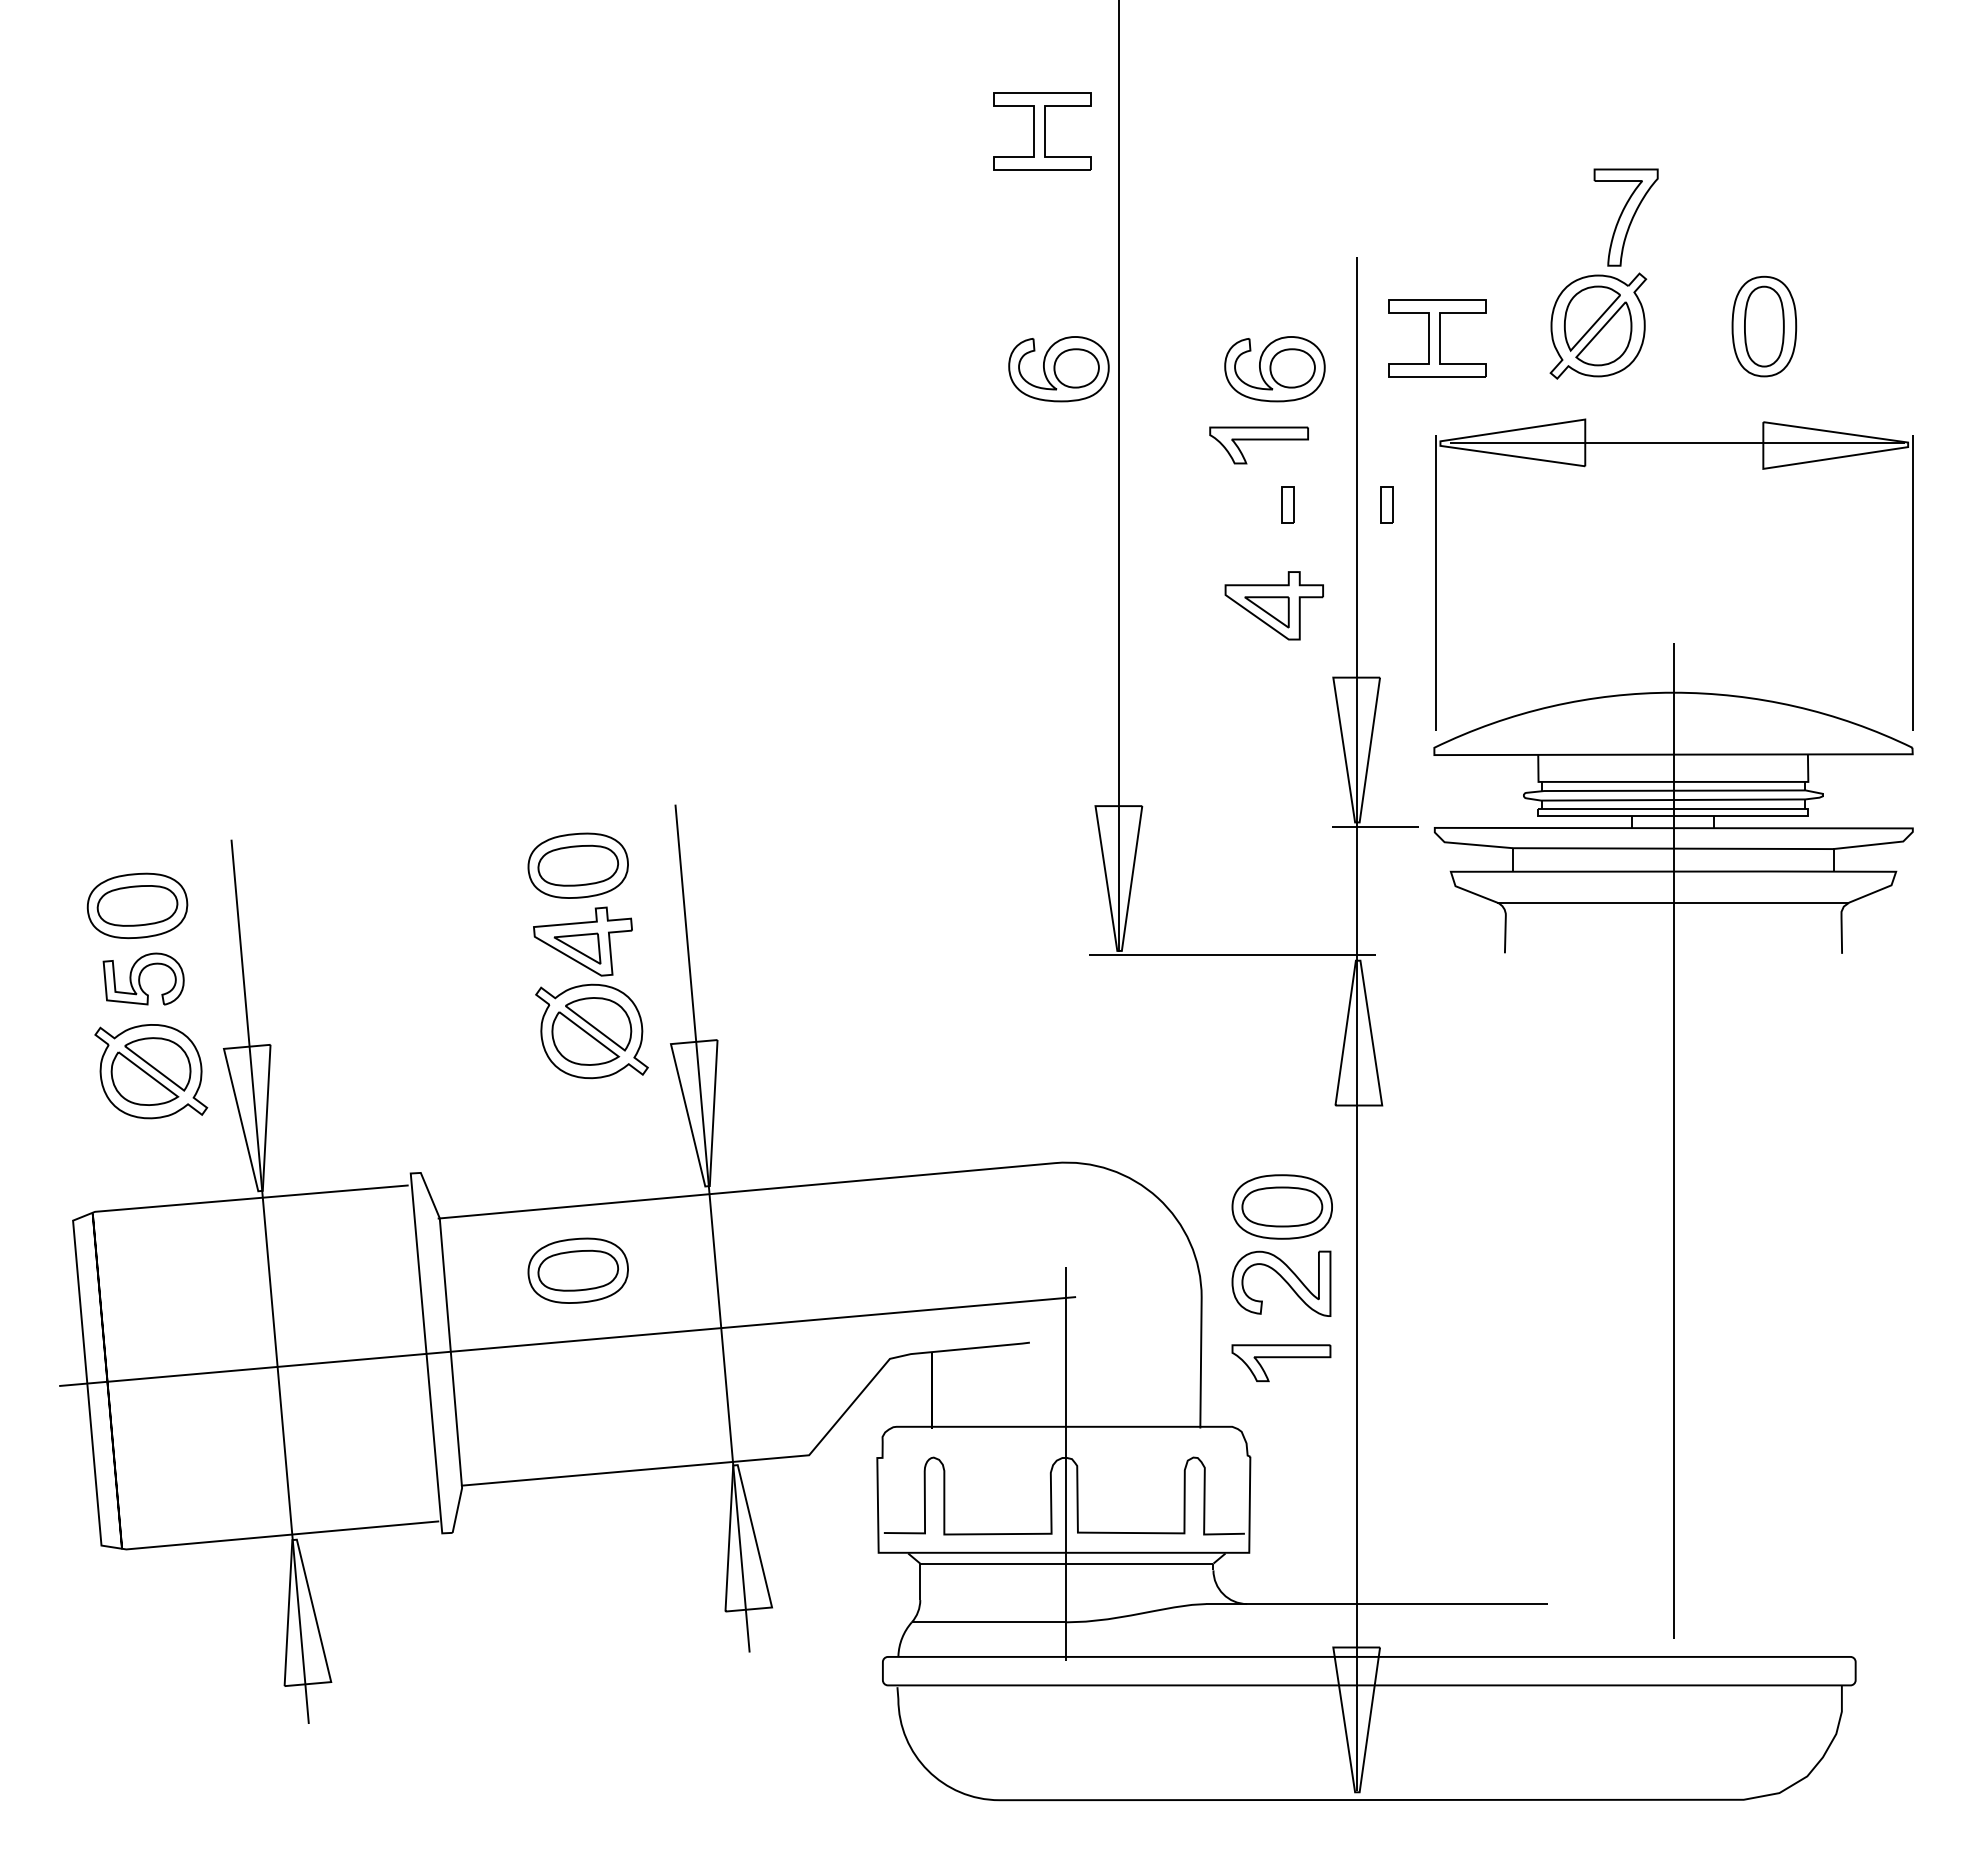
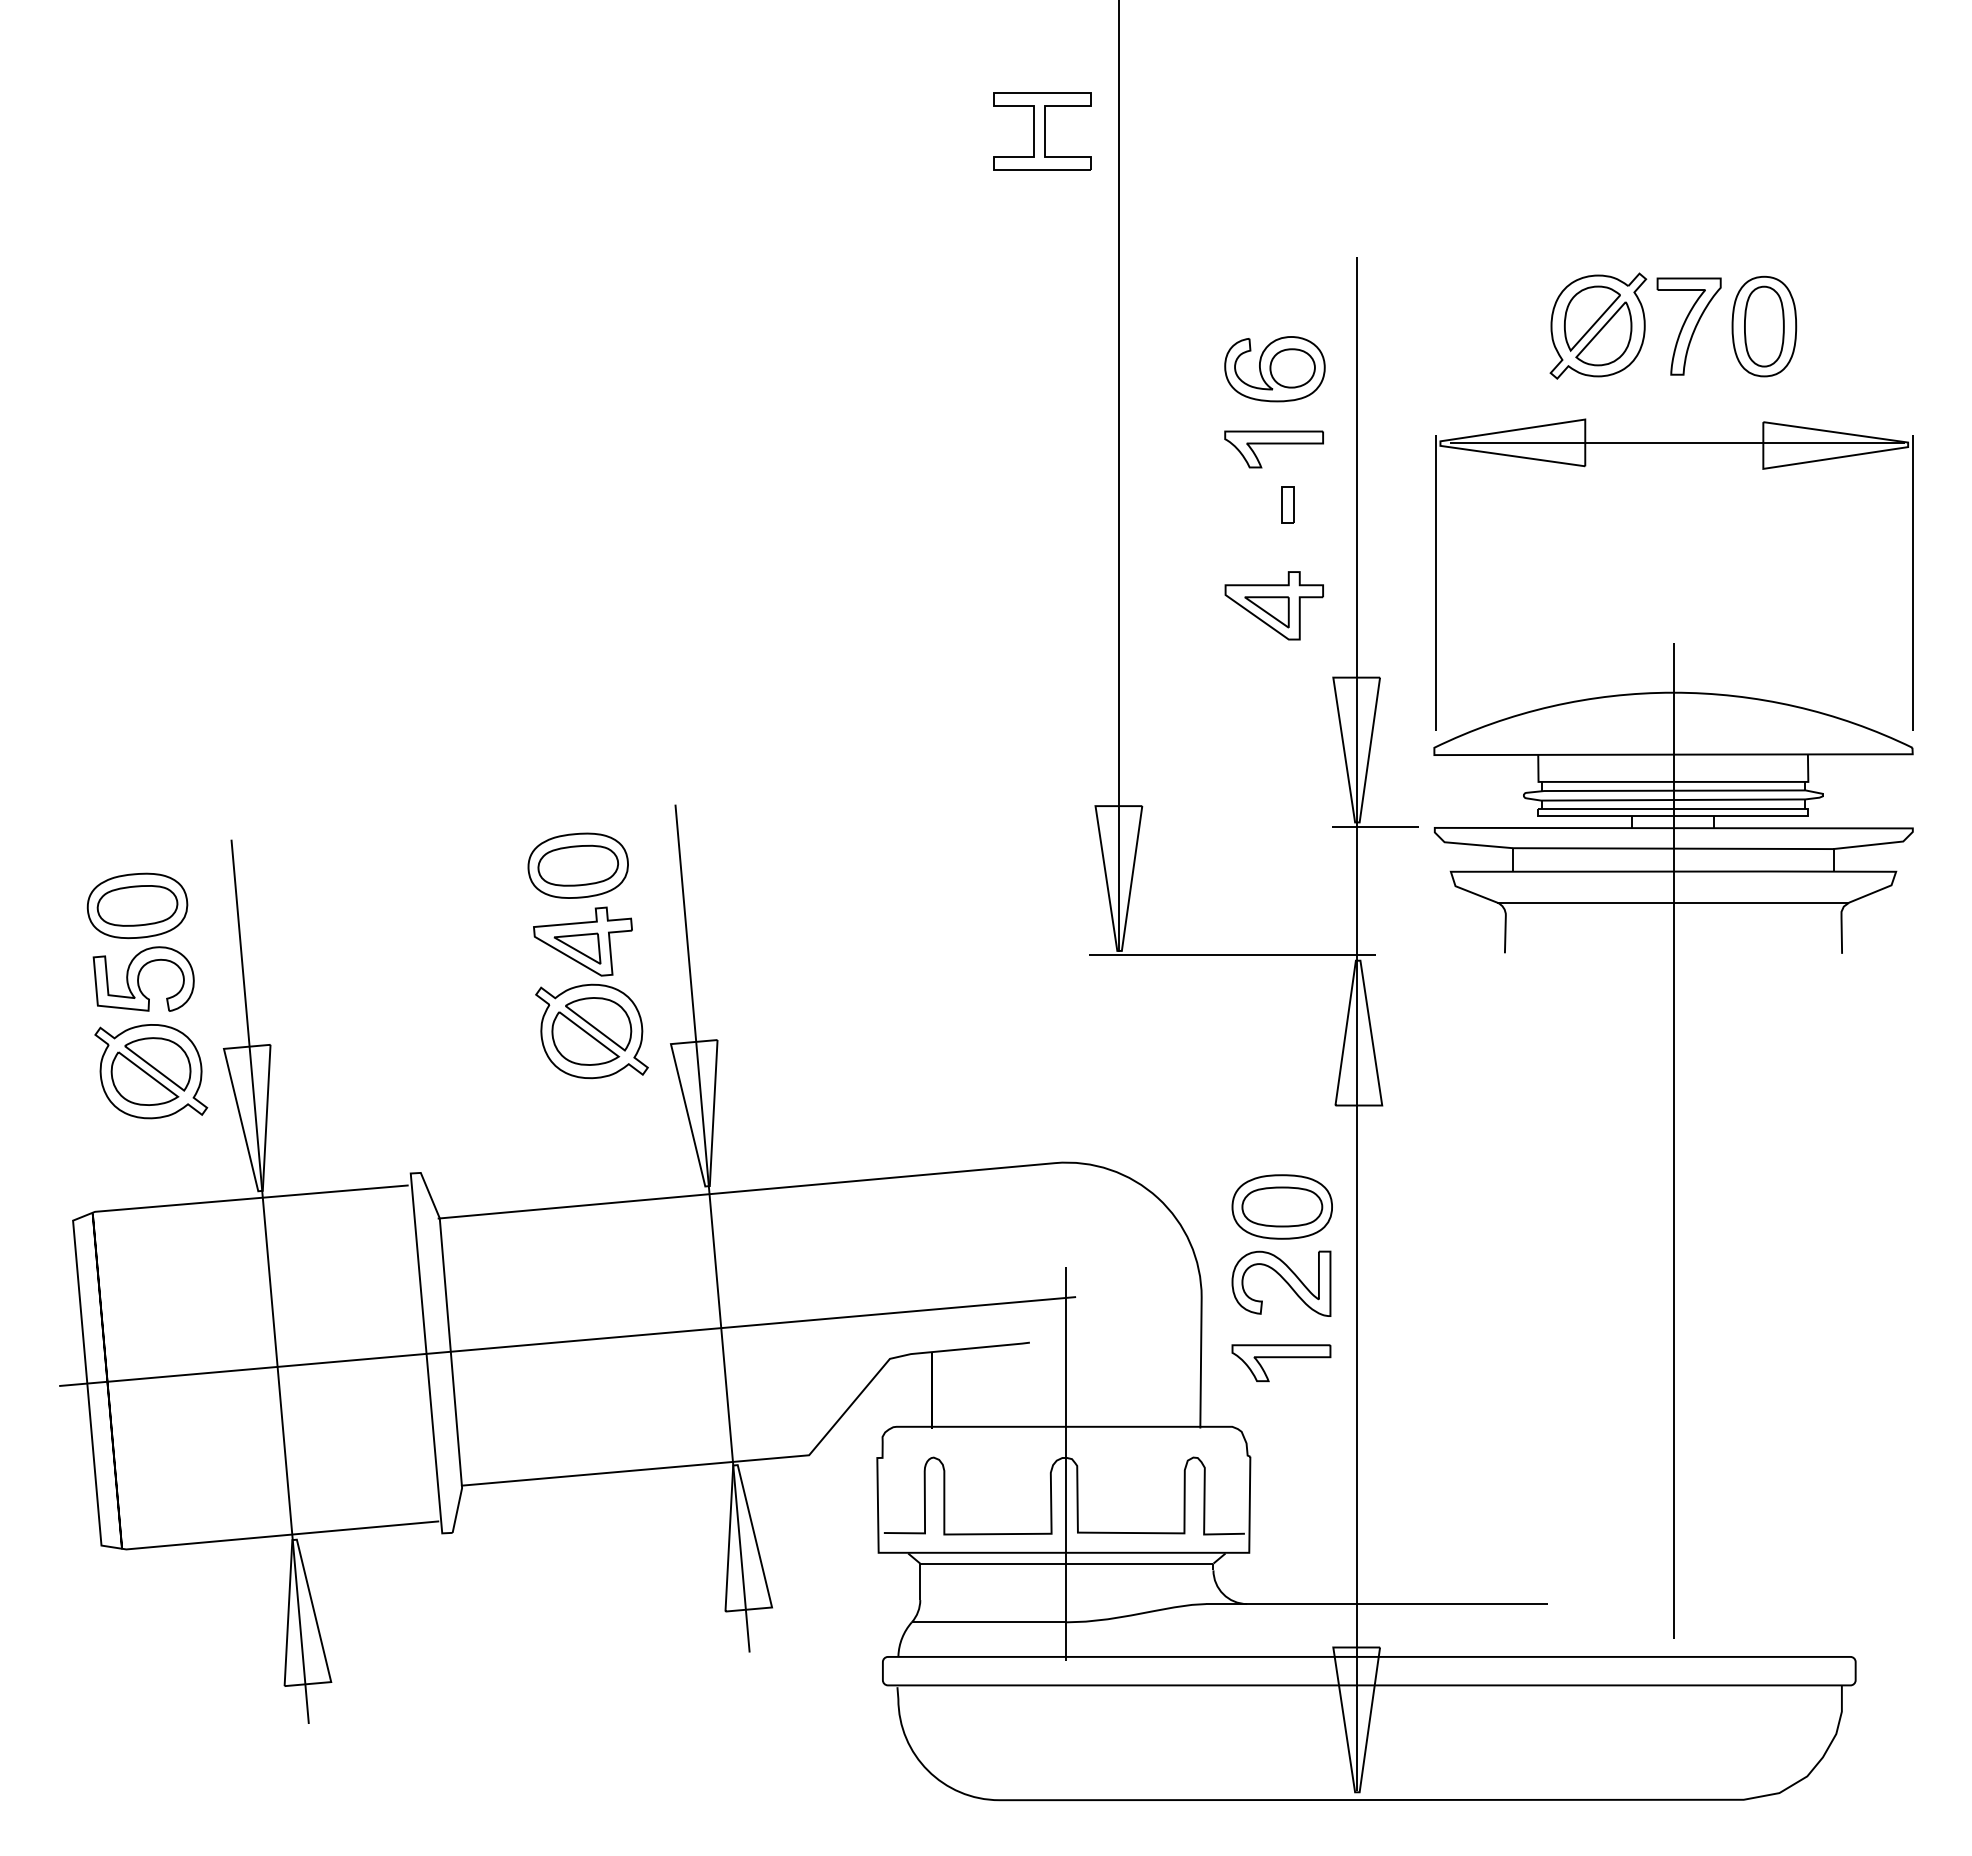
part at (1625, 217) position: (1625, 217) -> (1688, 326)
part at (1437, 338): present -> none
part at (1058, 369): present -> none
part at (1258, 445) position: (1258, 445) -> (1273, 449)
part at (1386, 504): present -> none
part at (143, 978) size: 83x54 px -> 103x66 px
part at (577, 1270): present -> none
